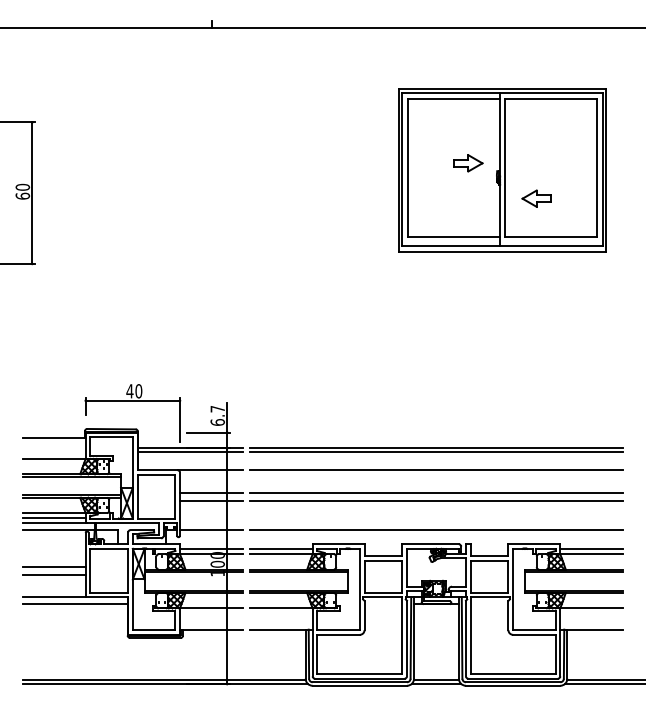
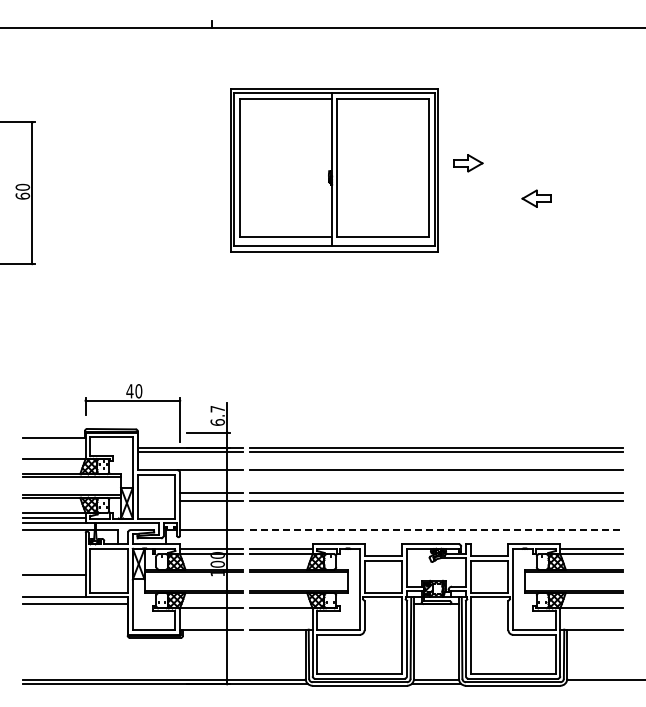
part at (502, 170) position: (502, 170) -> (334, 170)
line at (436, 530): solid -> dashed
line at (53, 566): present -> none
line at (603, 684): present -> none
